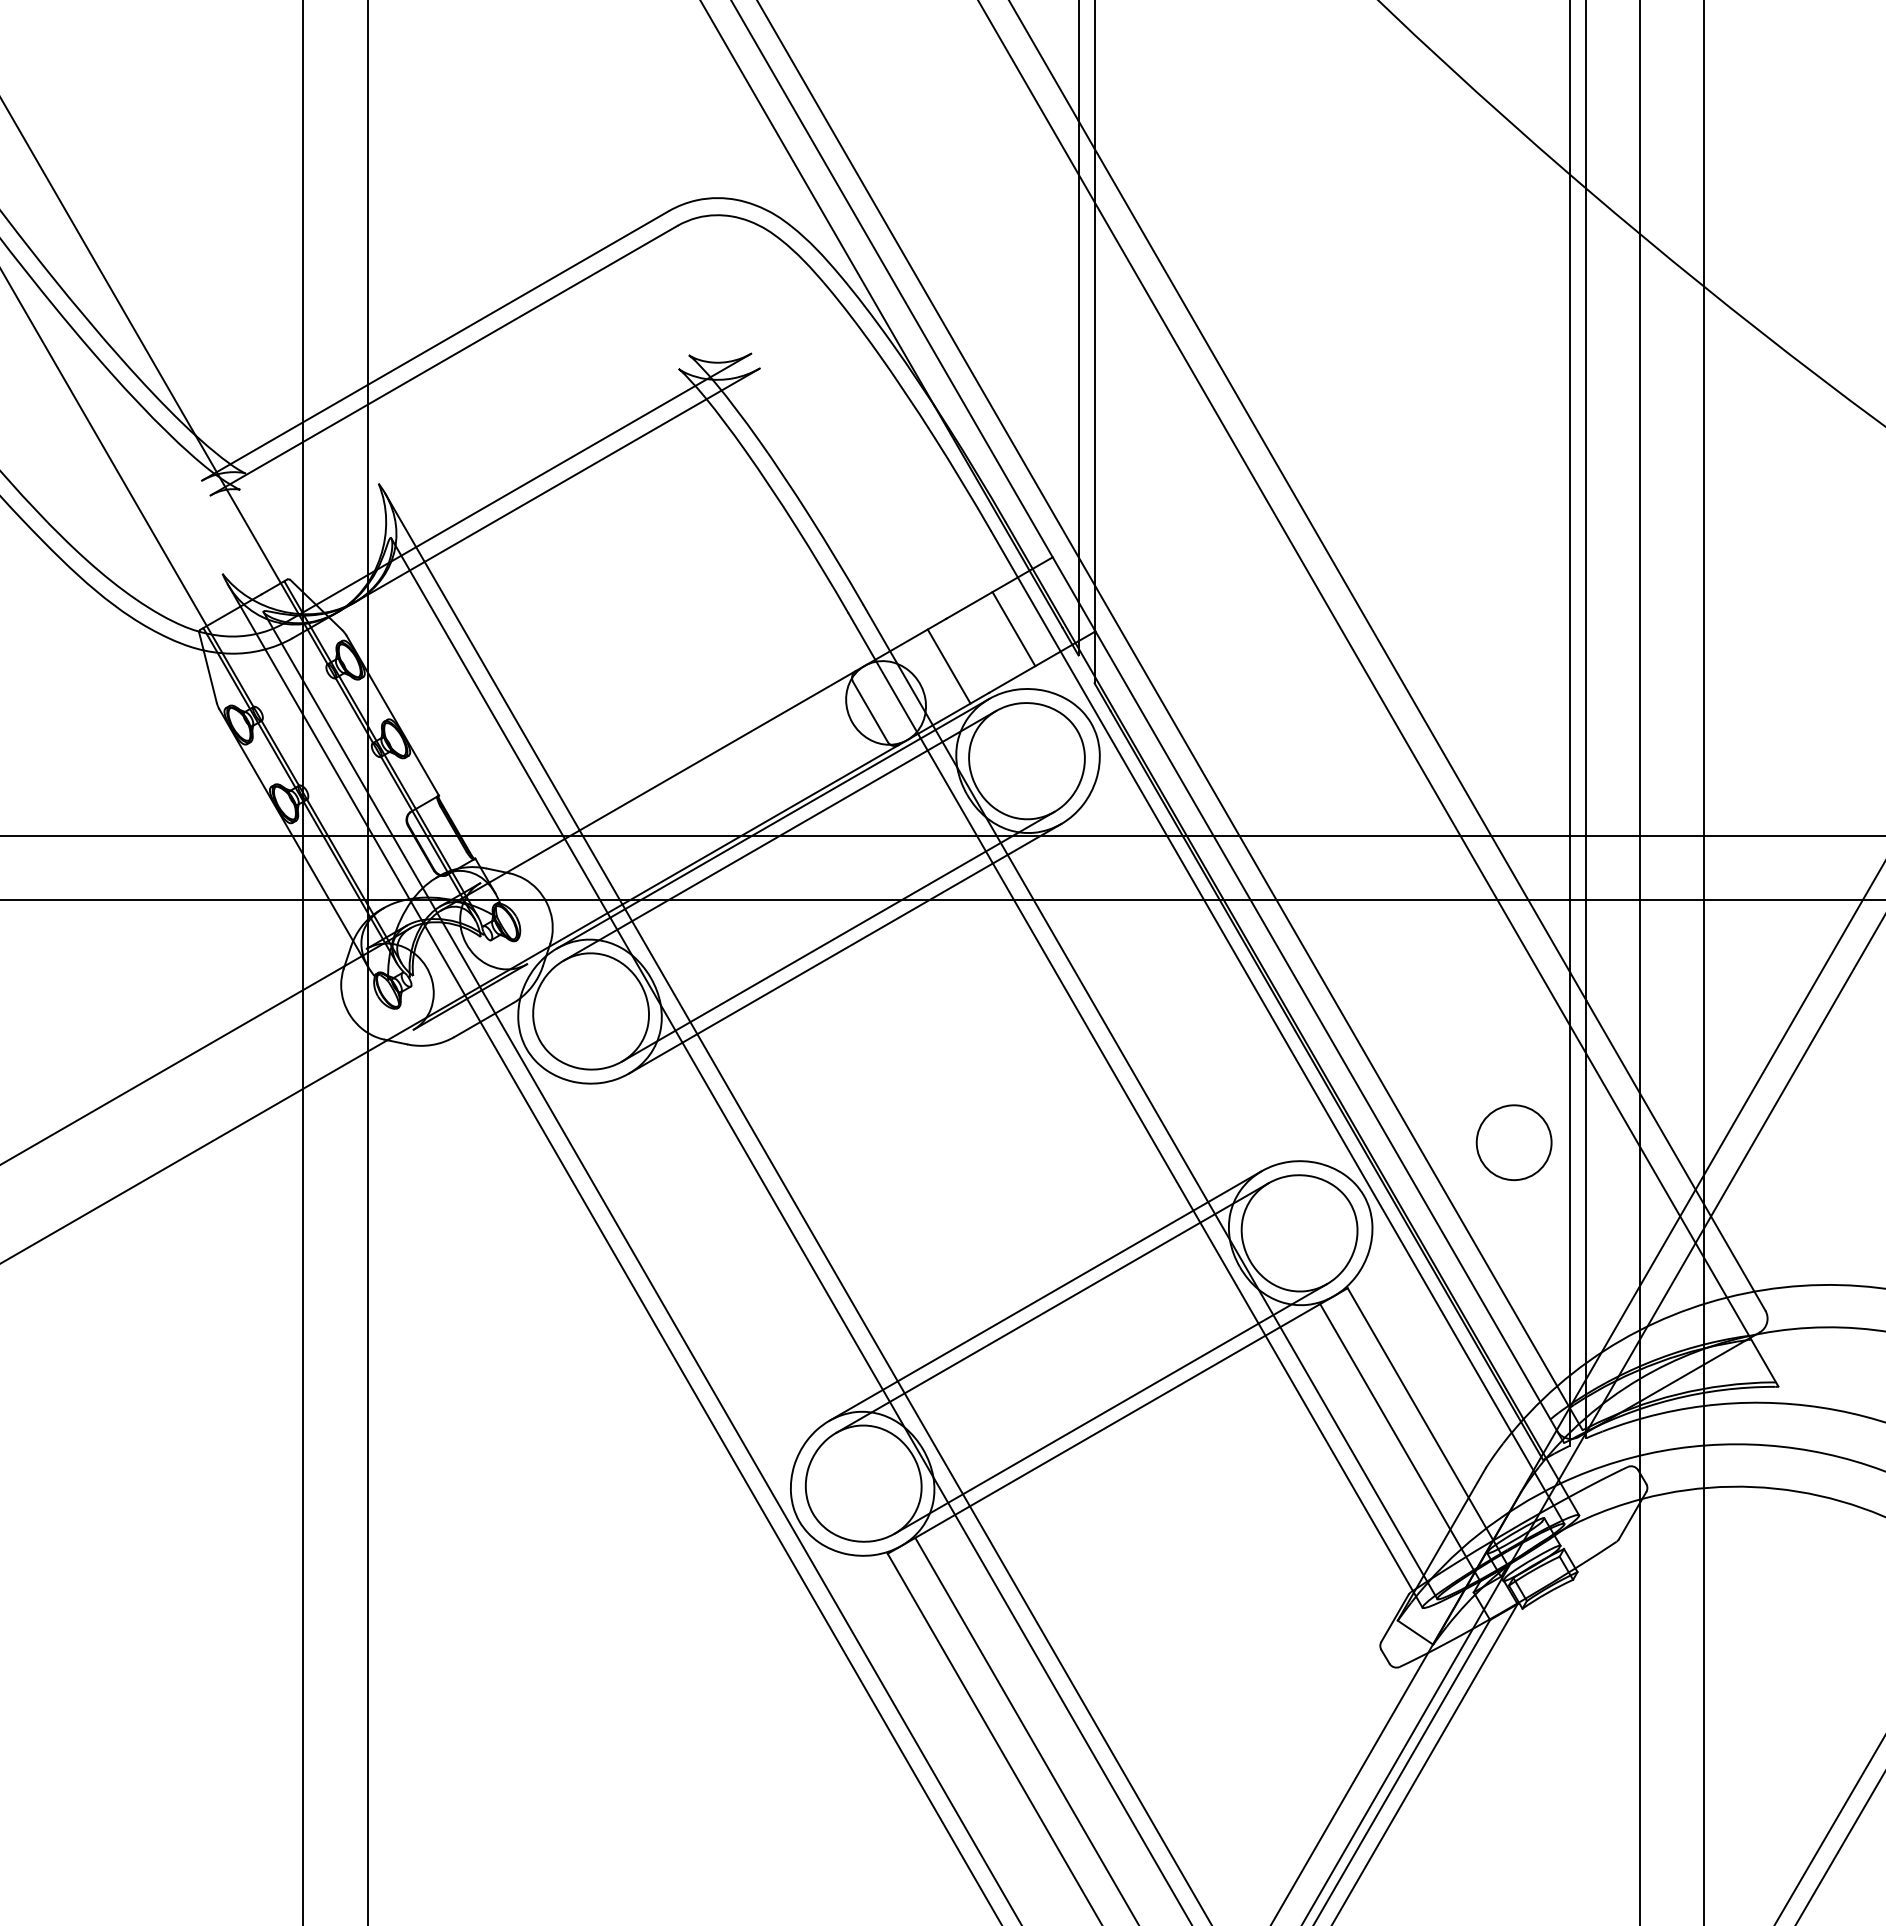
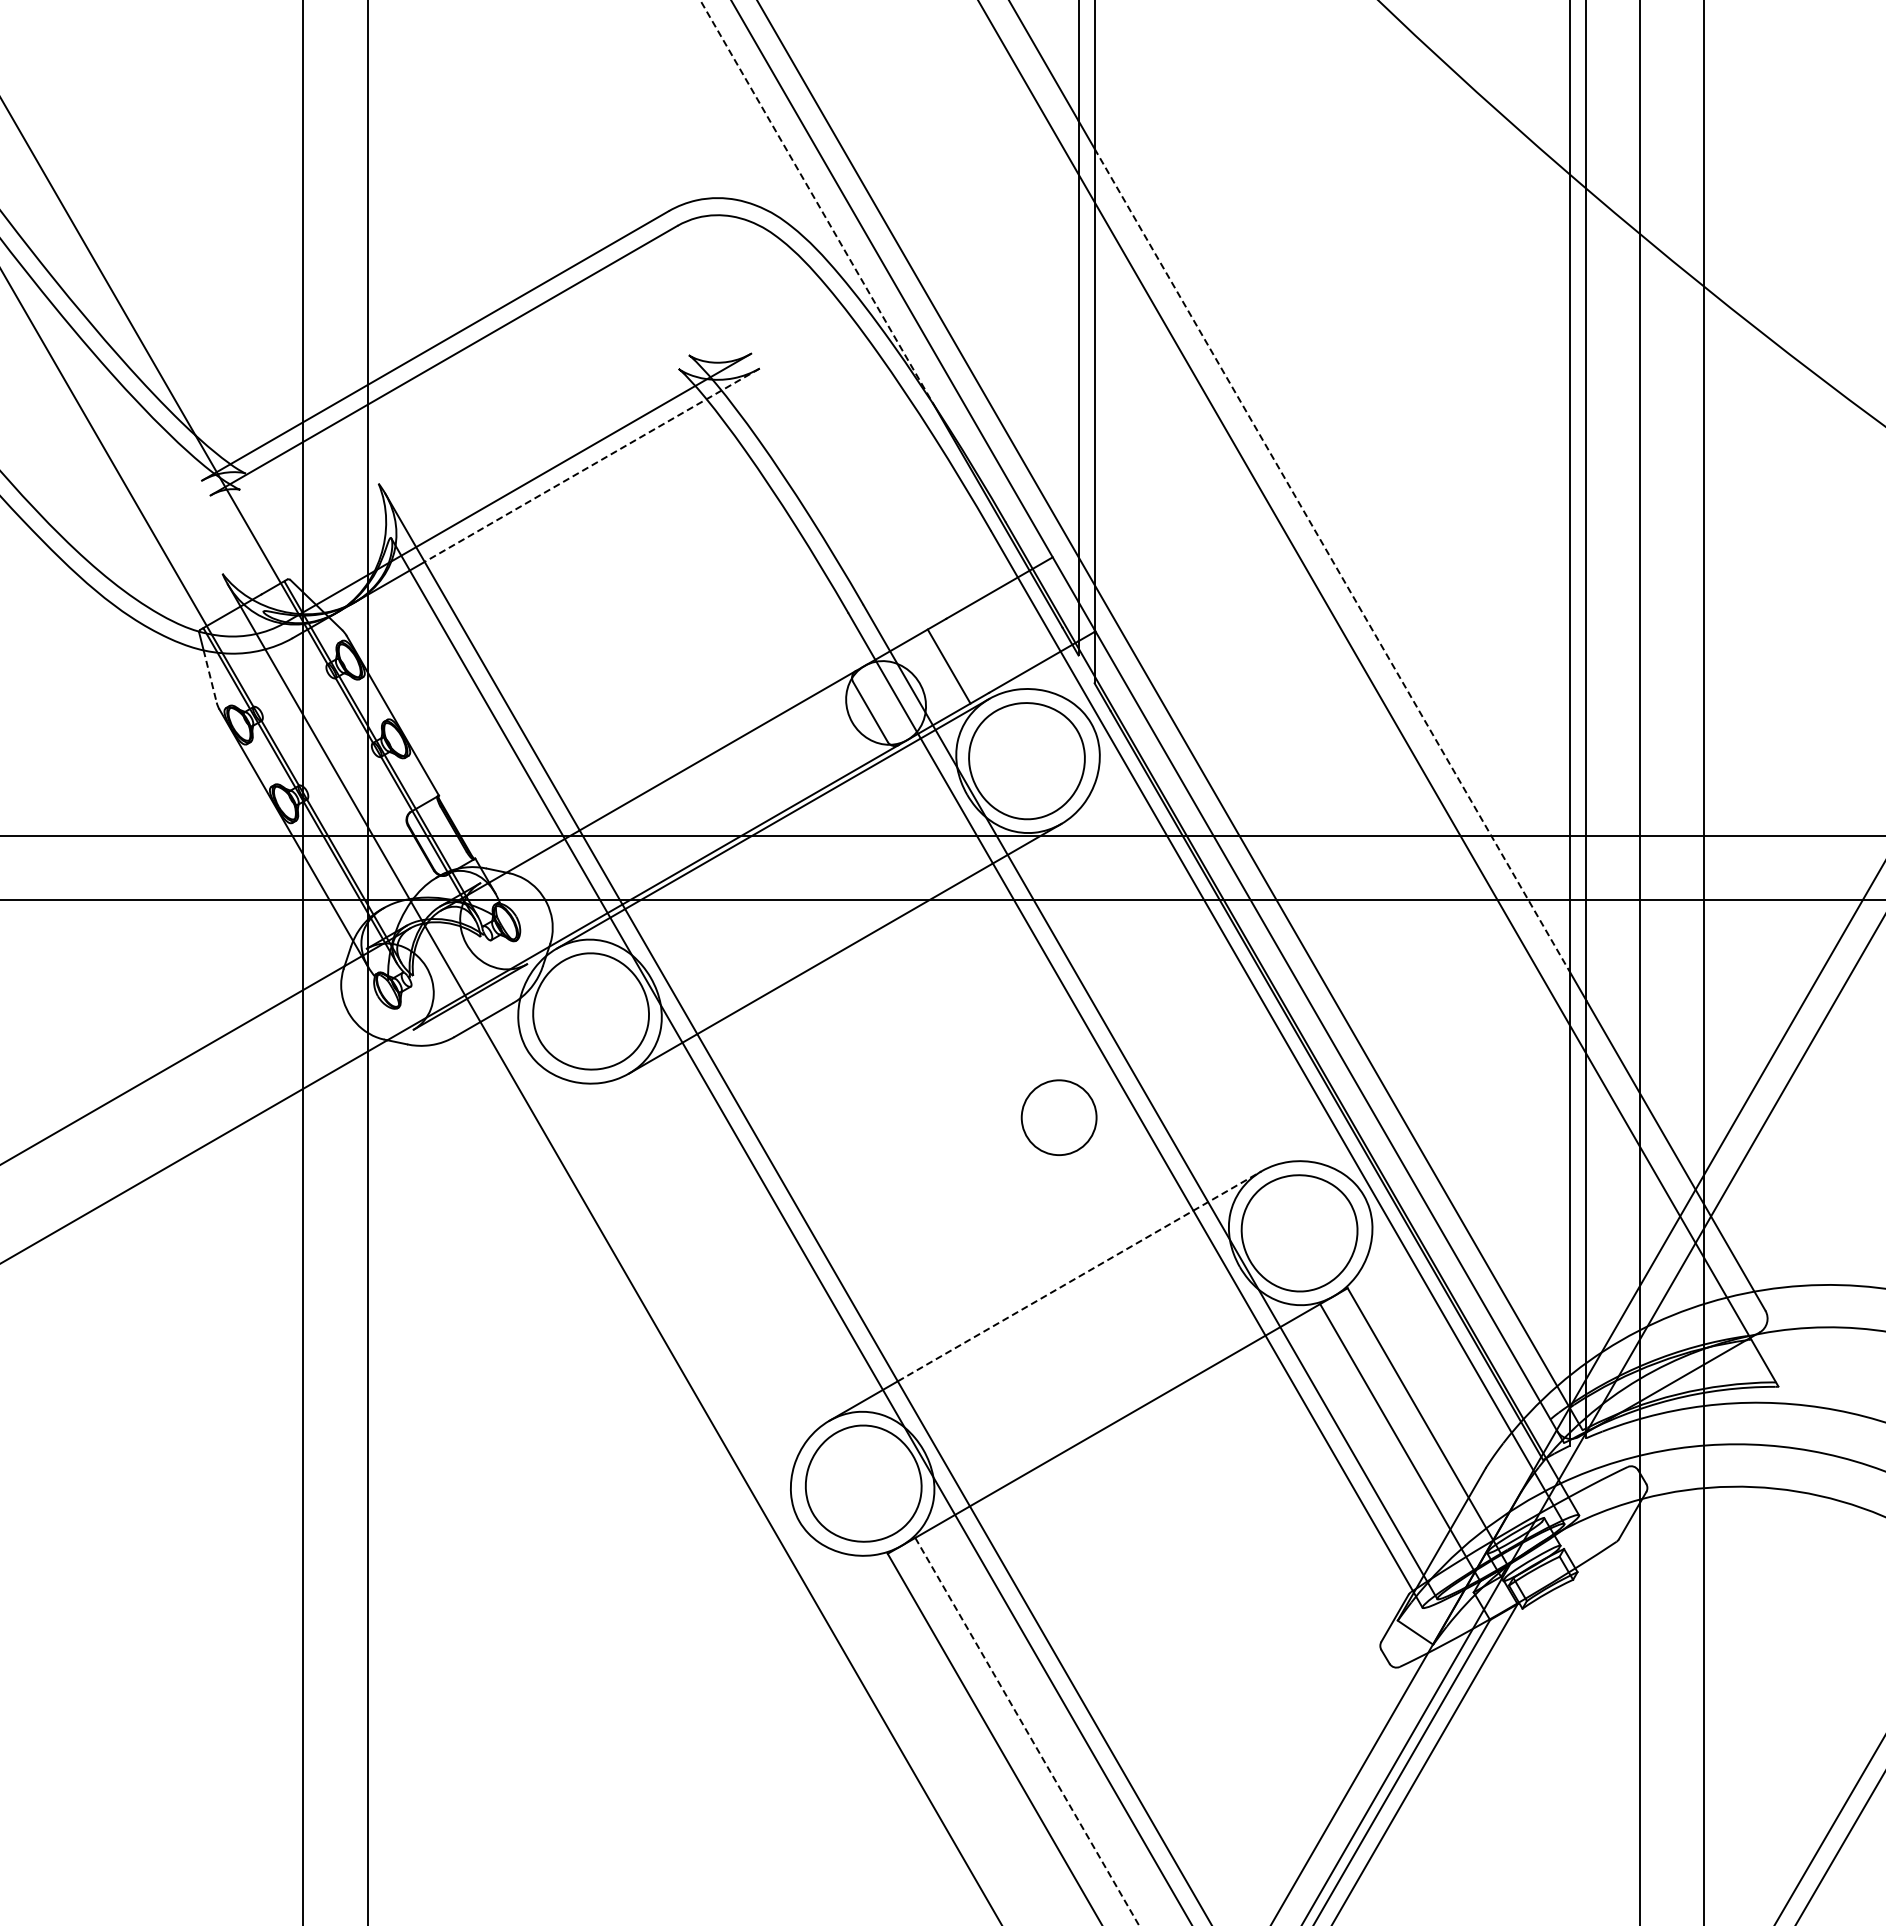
line at (817, 202): solid -> dashed
line at (591, 465): solid -> dashed
line at (1332, 560): solid -> dashed
line at (1013, 629): present -> none
line at (210, 676): solid -> dashed
line at (779, 835): present -> none
line at (837, 936): present -> none
circle at (1513, 1142) position: (1513, 1142) -> (1058, 1117)
line at (641, 1267): present -> none
line at (1080, 1276): solid -> dashed
line at (1052, 1307): present -> none
line at (1110, 1408): present -> none
line at (1027, 1731): solid -> dashed
